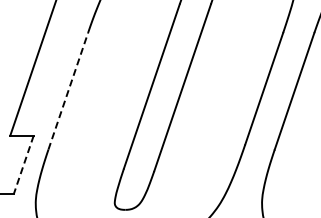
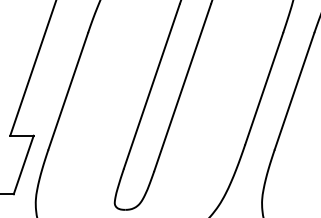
line at (68, 91): dashed -> solid
line at (23, 165): dashed -> solid
